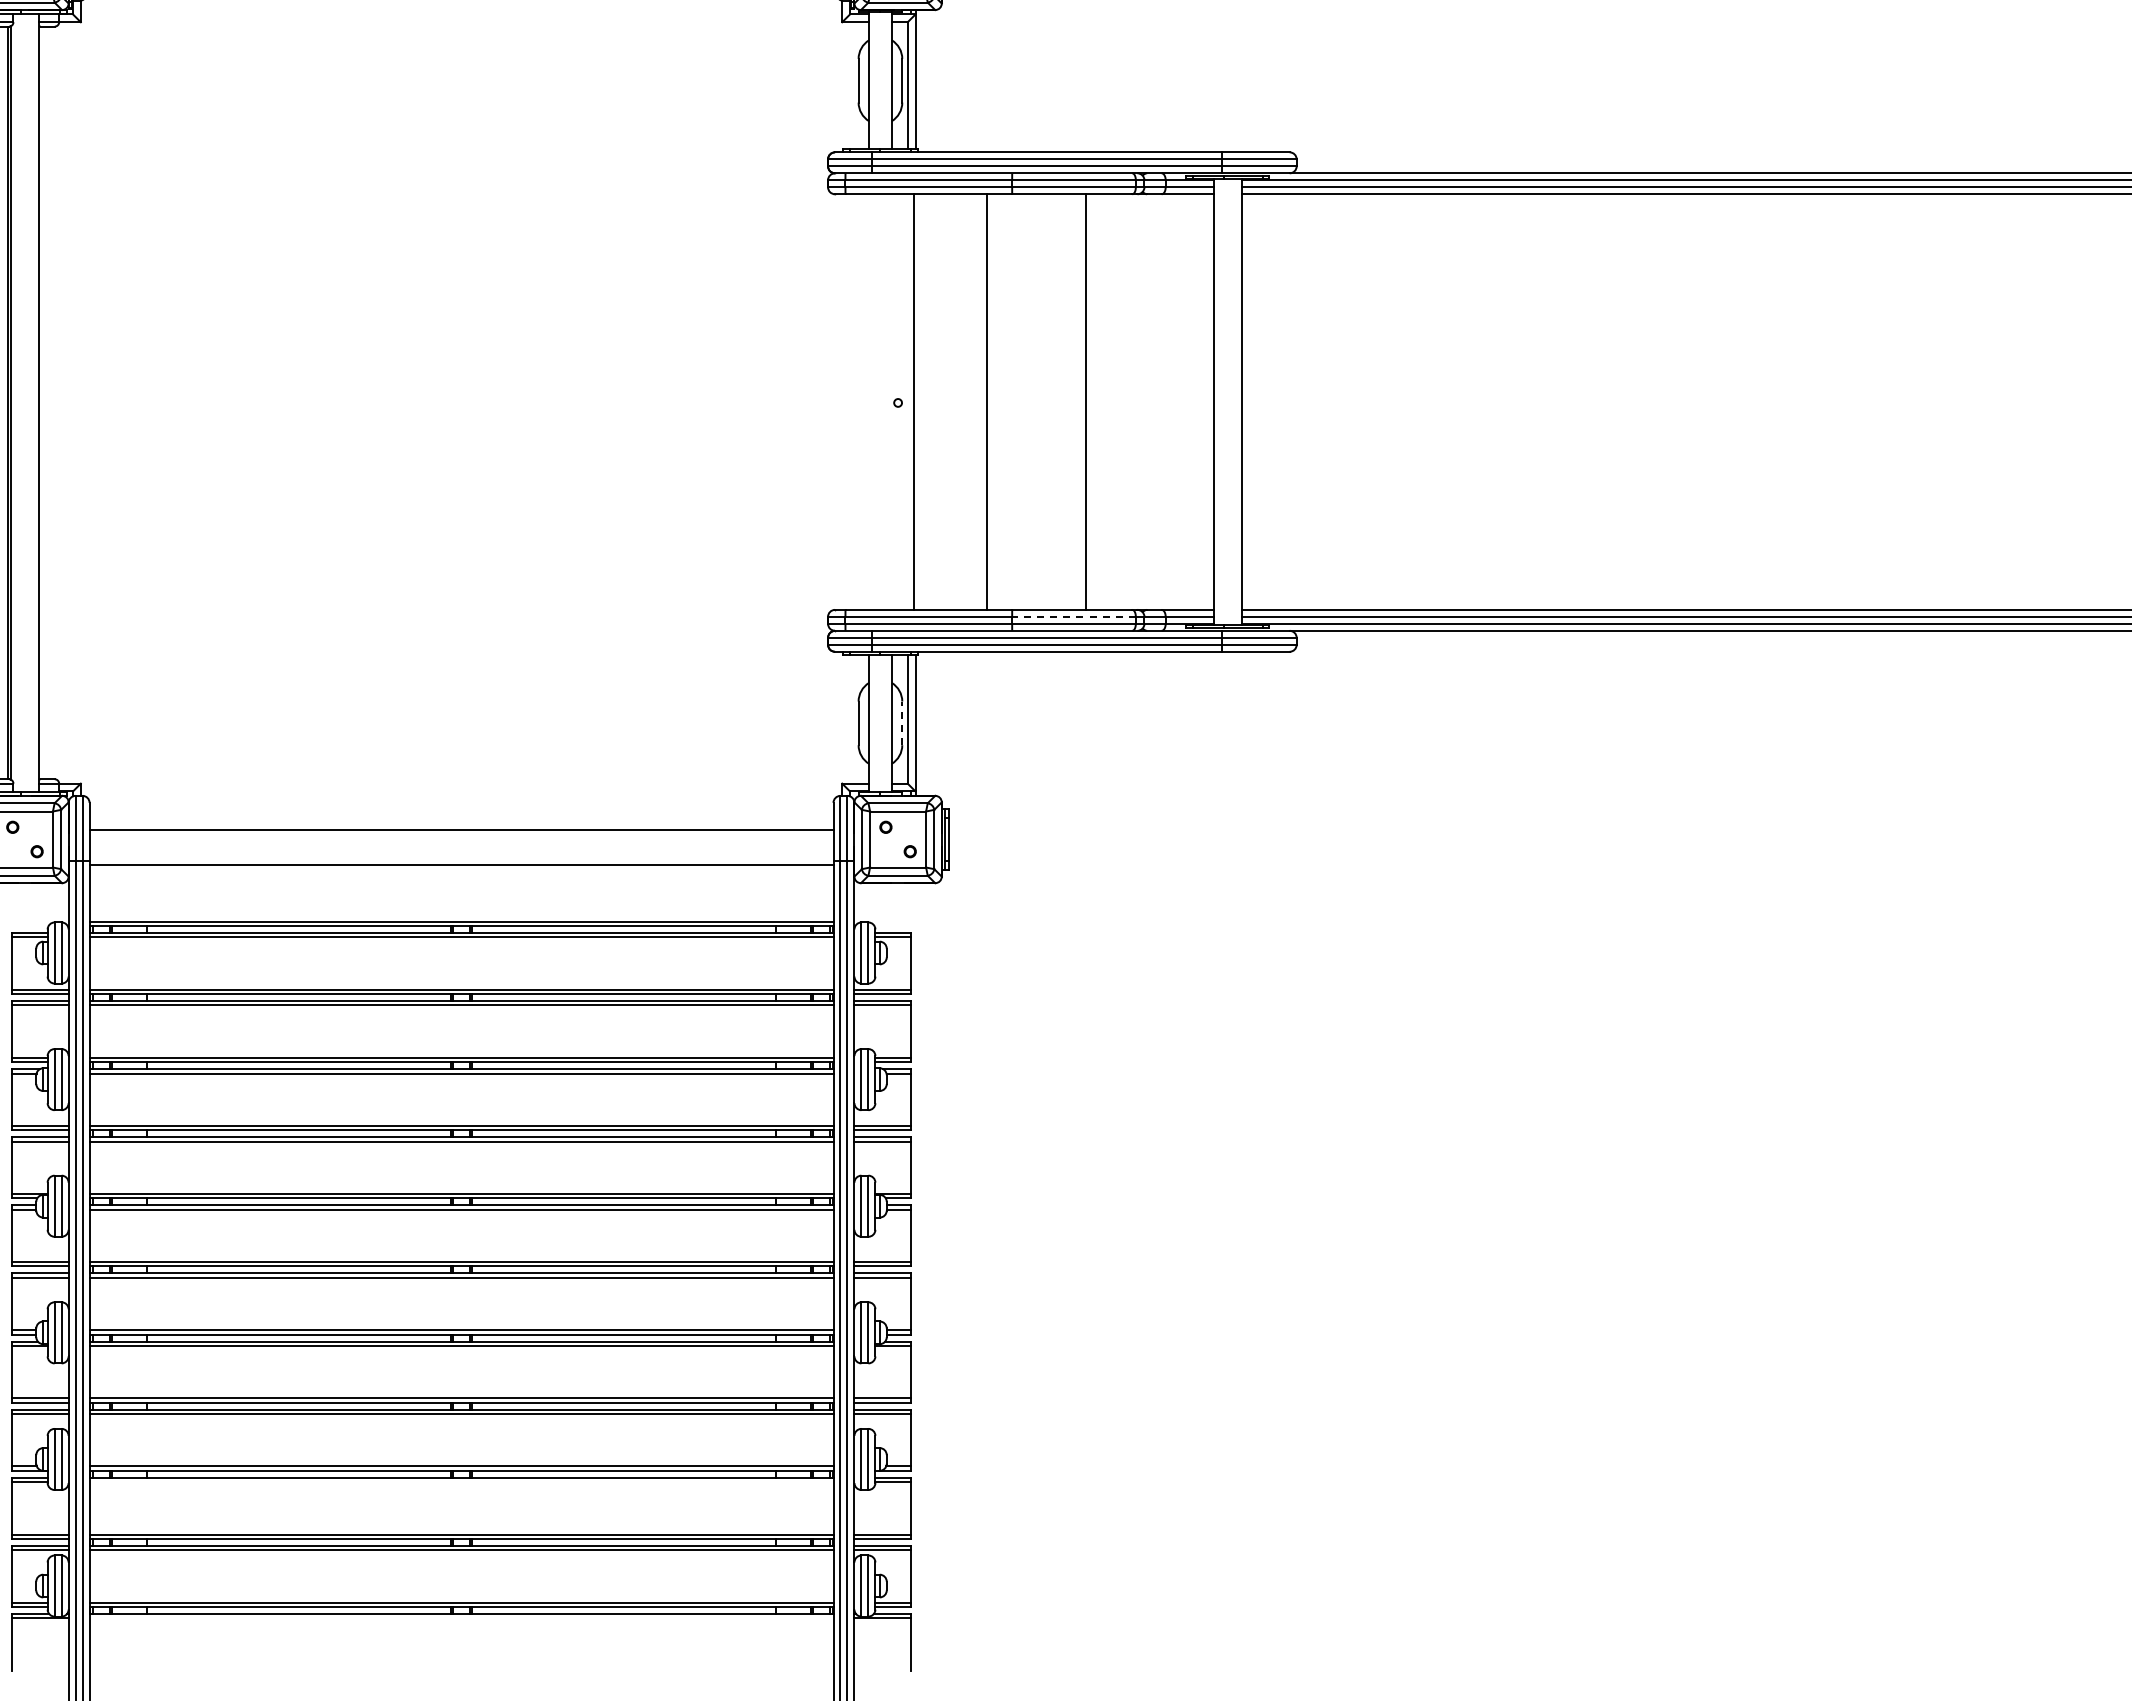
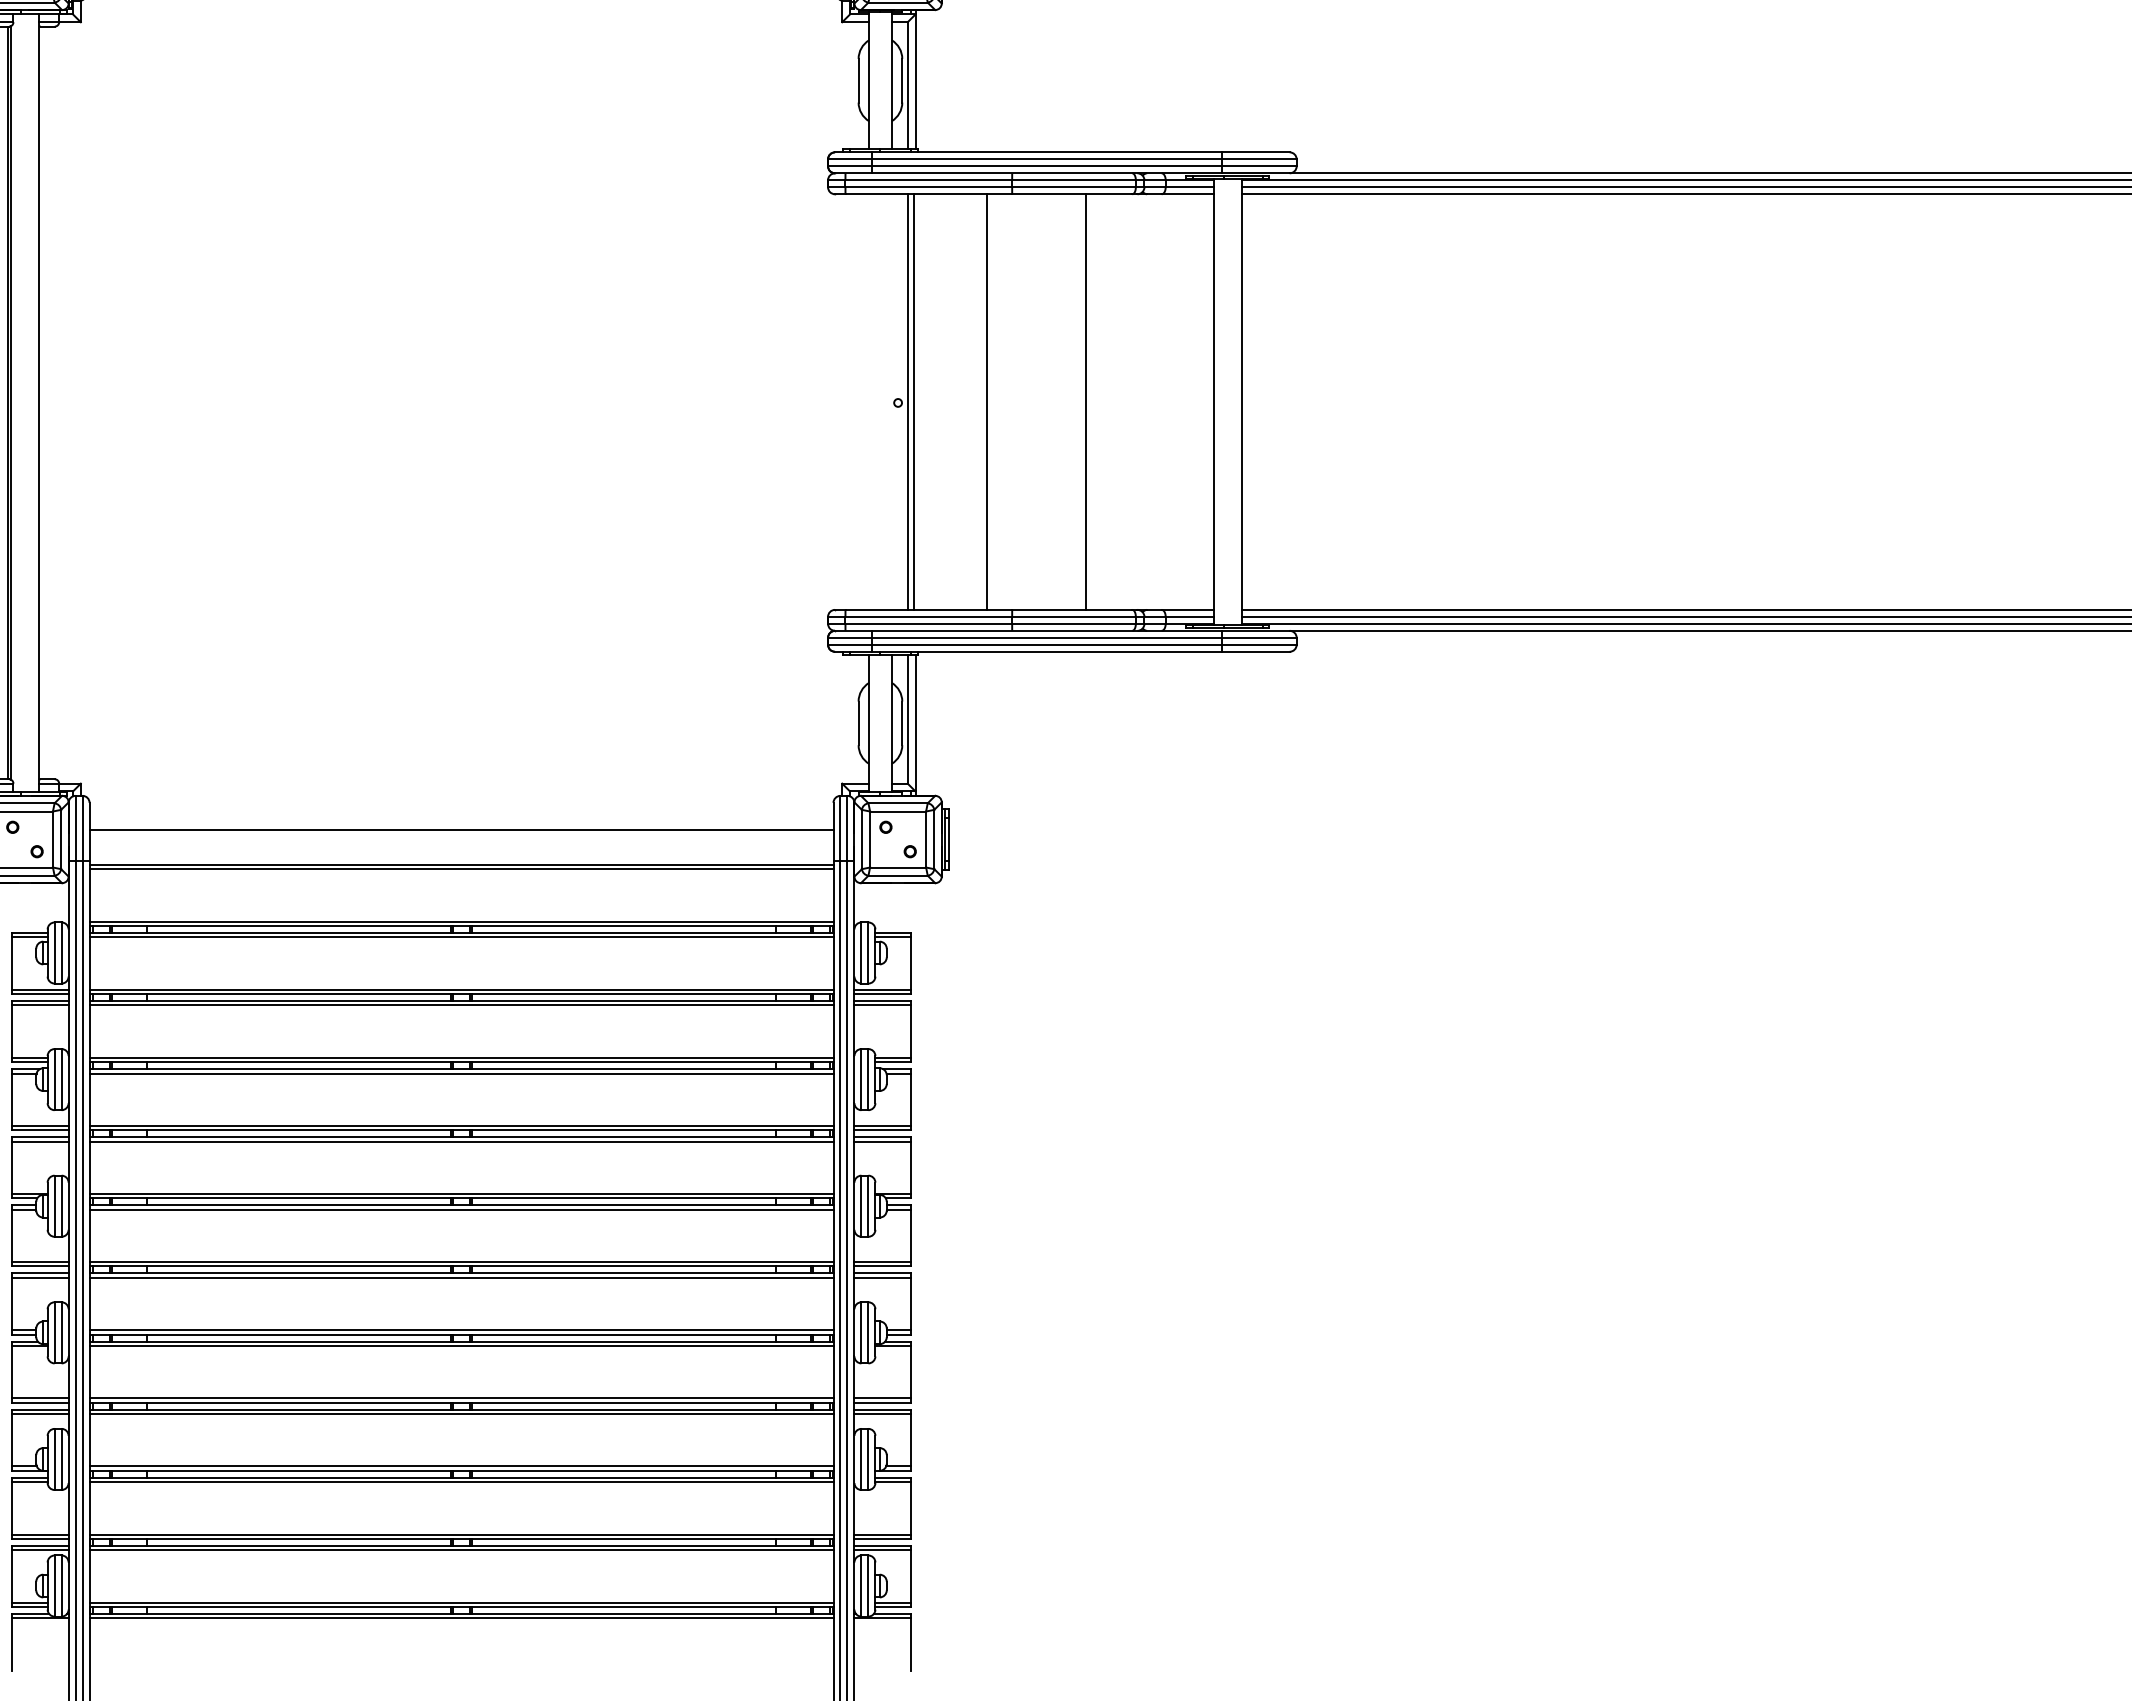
line at (907, 401): none -> present
line at (1074, 616): dashed -> solid
line at (902, 723): dashed -> solid
line at (461, 869): none -> present
line at (461, 1482): none -> present
line at (461, 1618): none -> present
